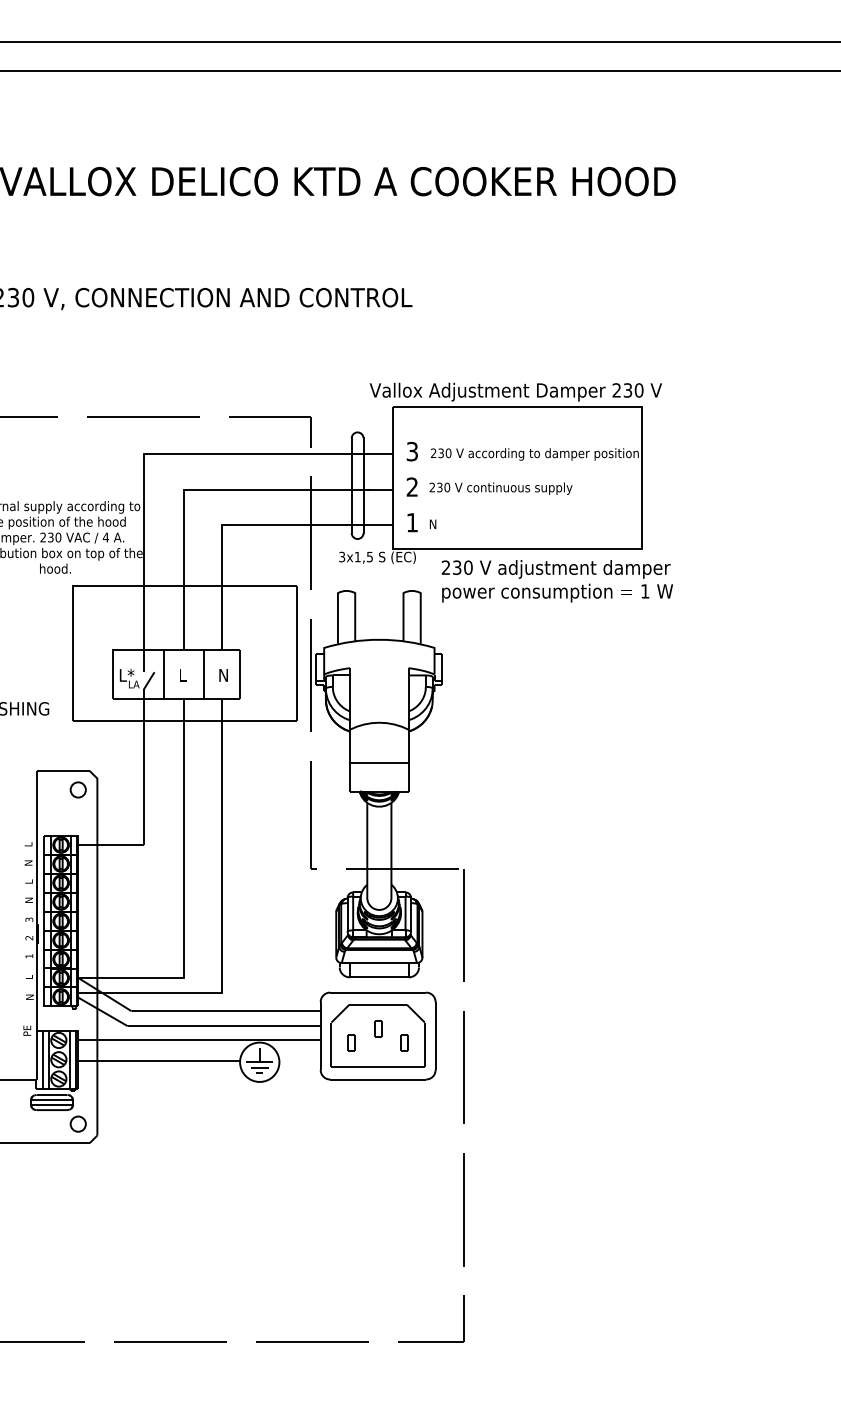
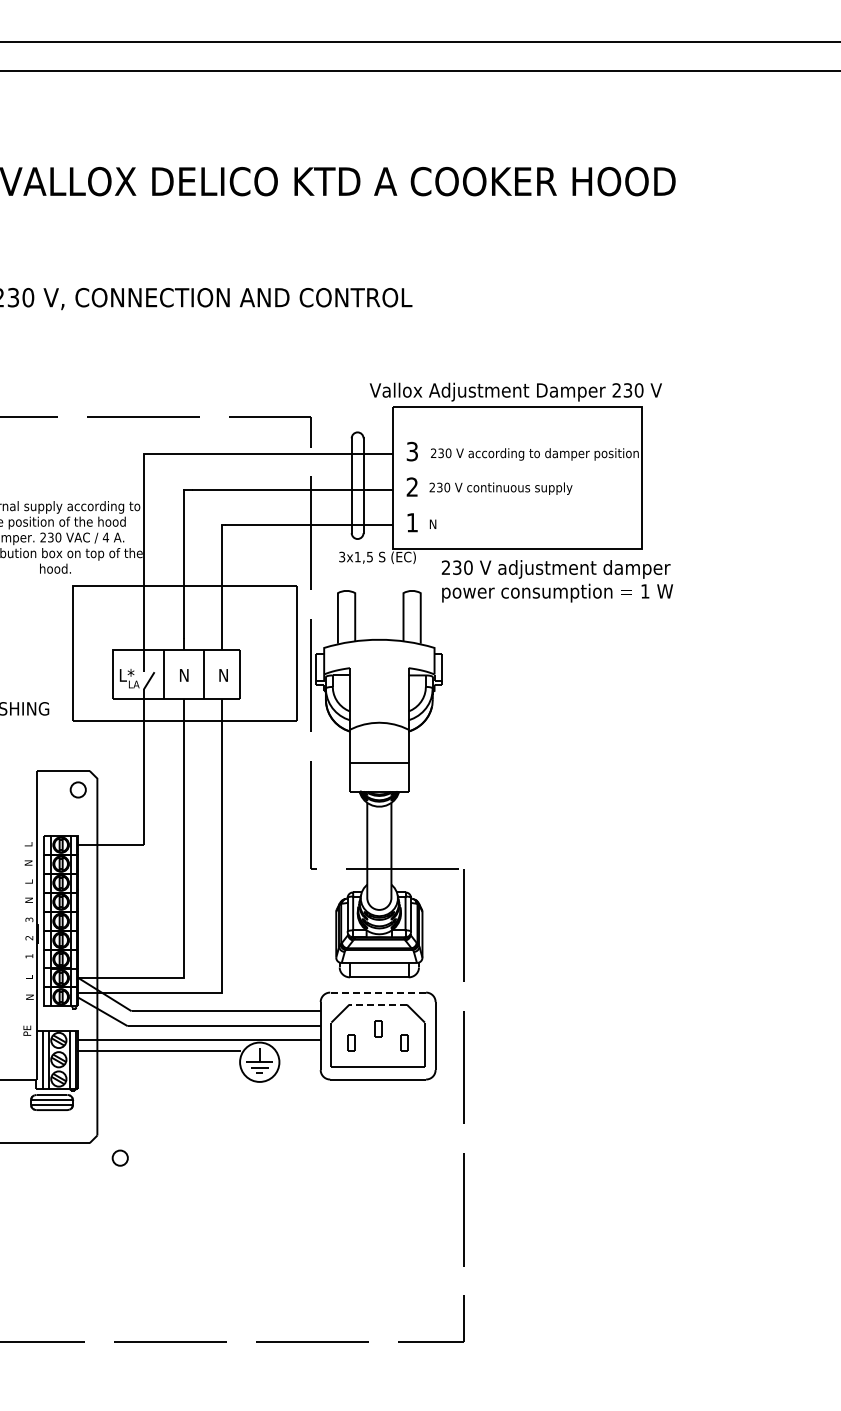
text at (184, 675): L -> N
line at (378, 992): solid -> dashed
line at (378, 1004): solid -> dashed
line at (159, 1061) position: (159, 1061) -> (159, 1051)
circle at (77, 1123) position: (77, 1123) -> (119, 1157)
